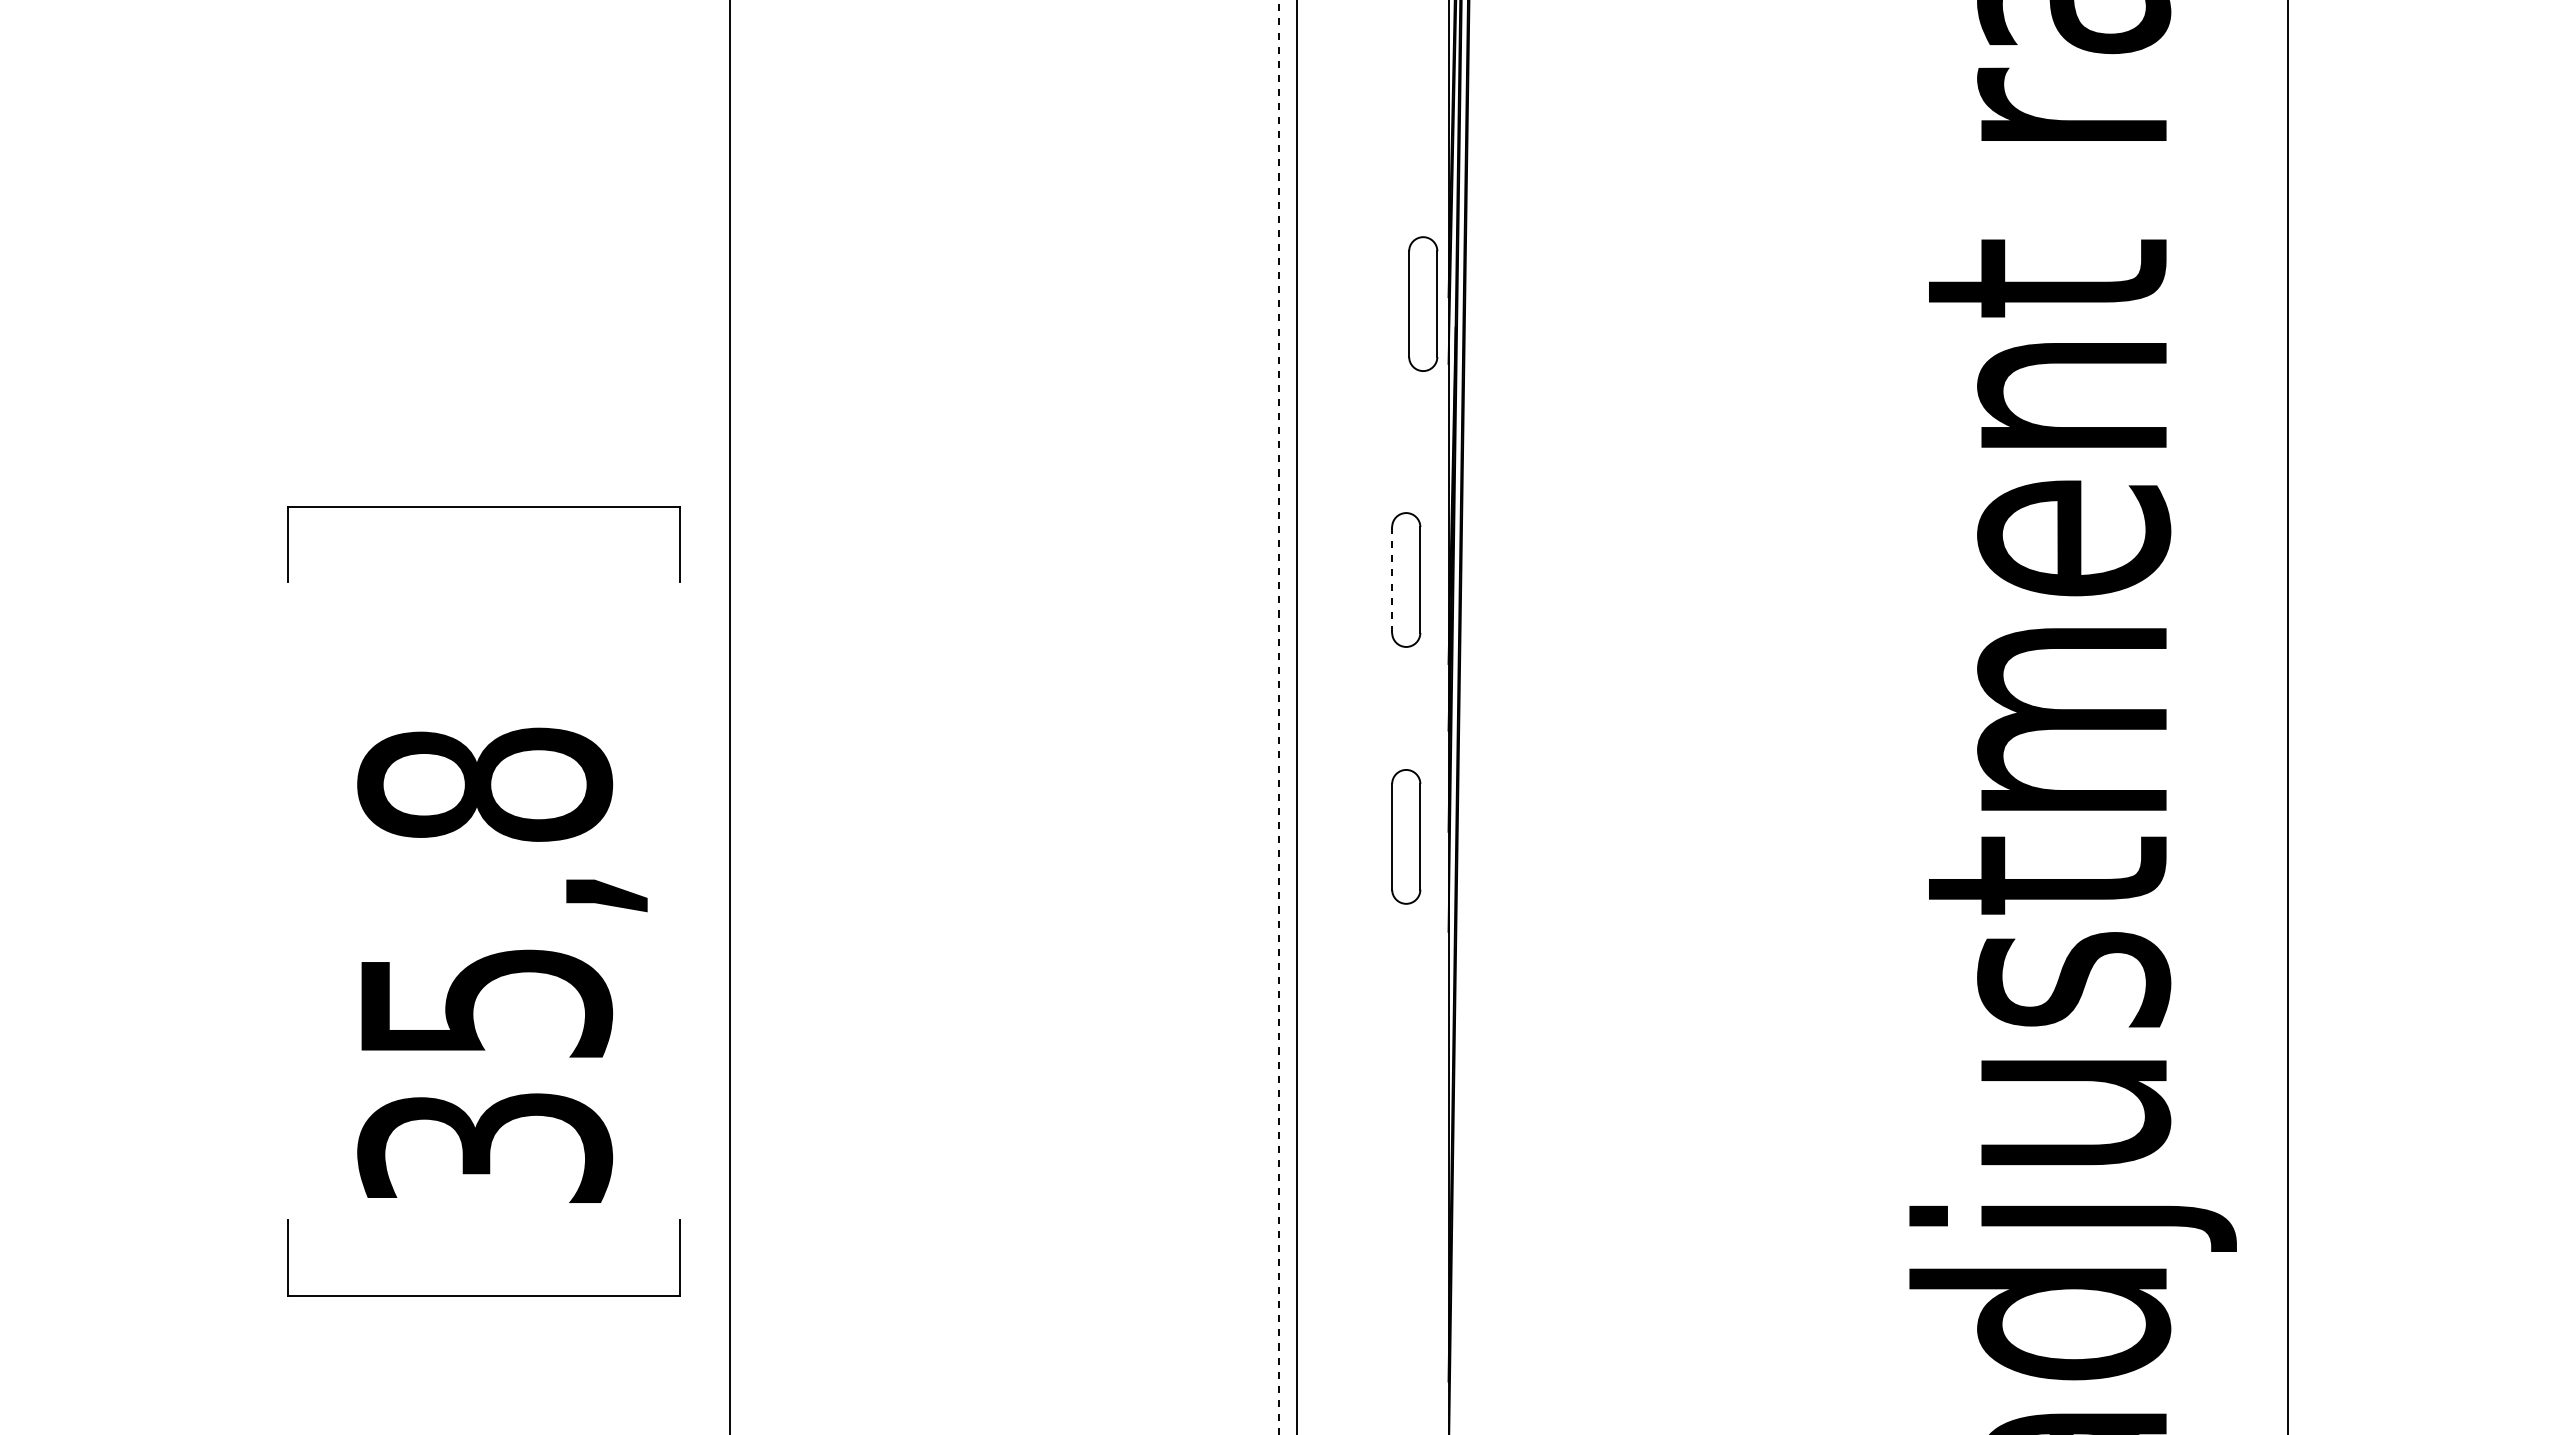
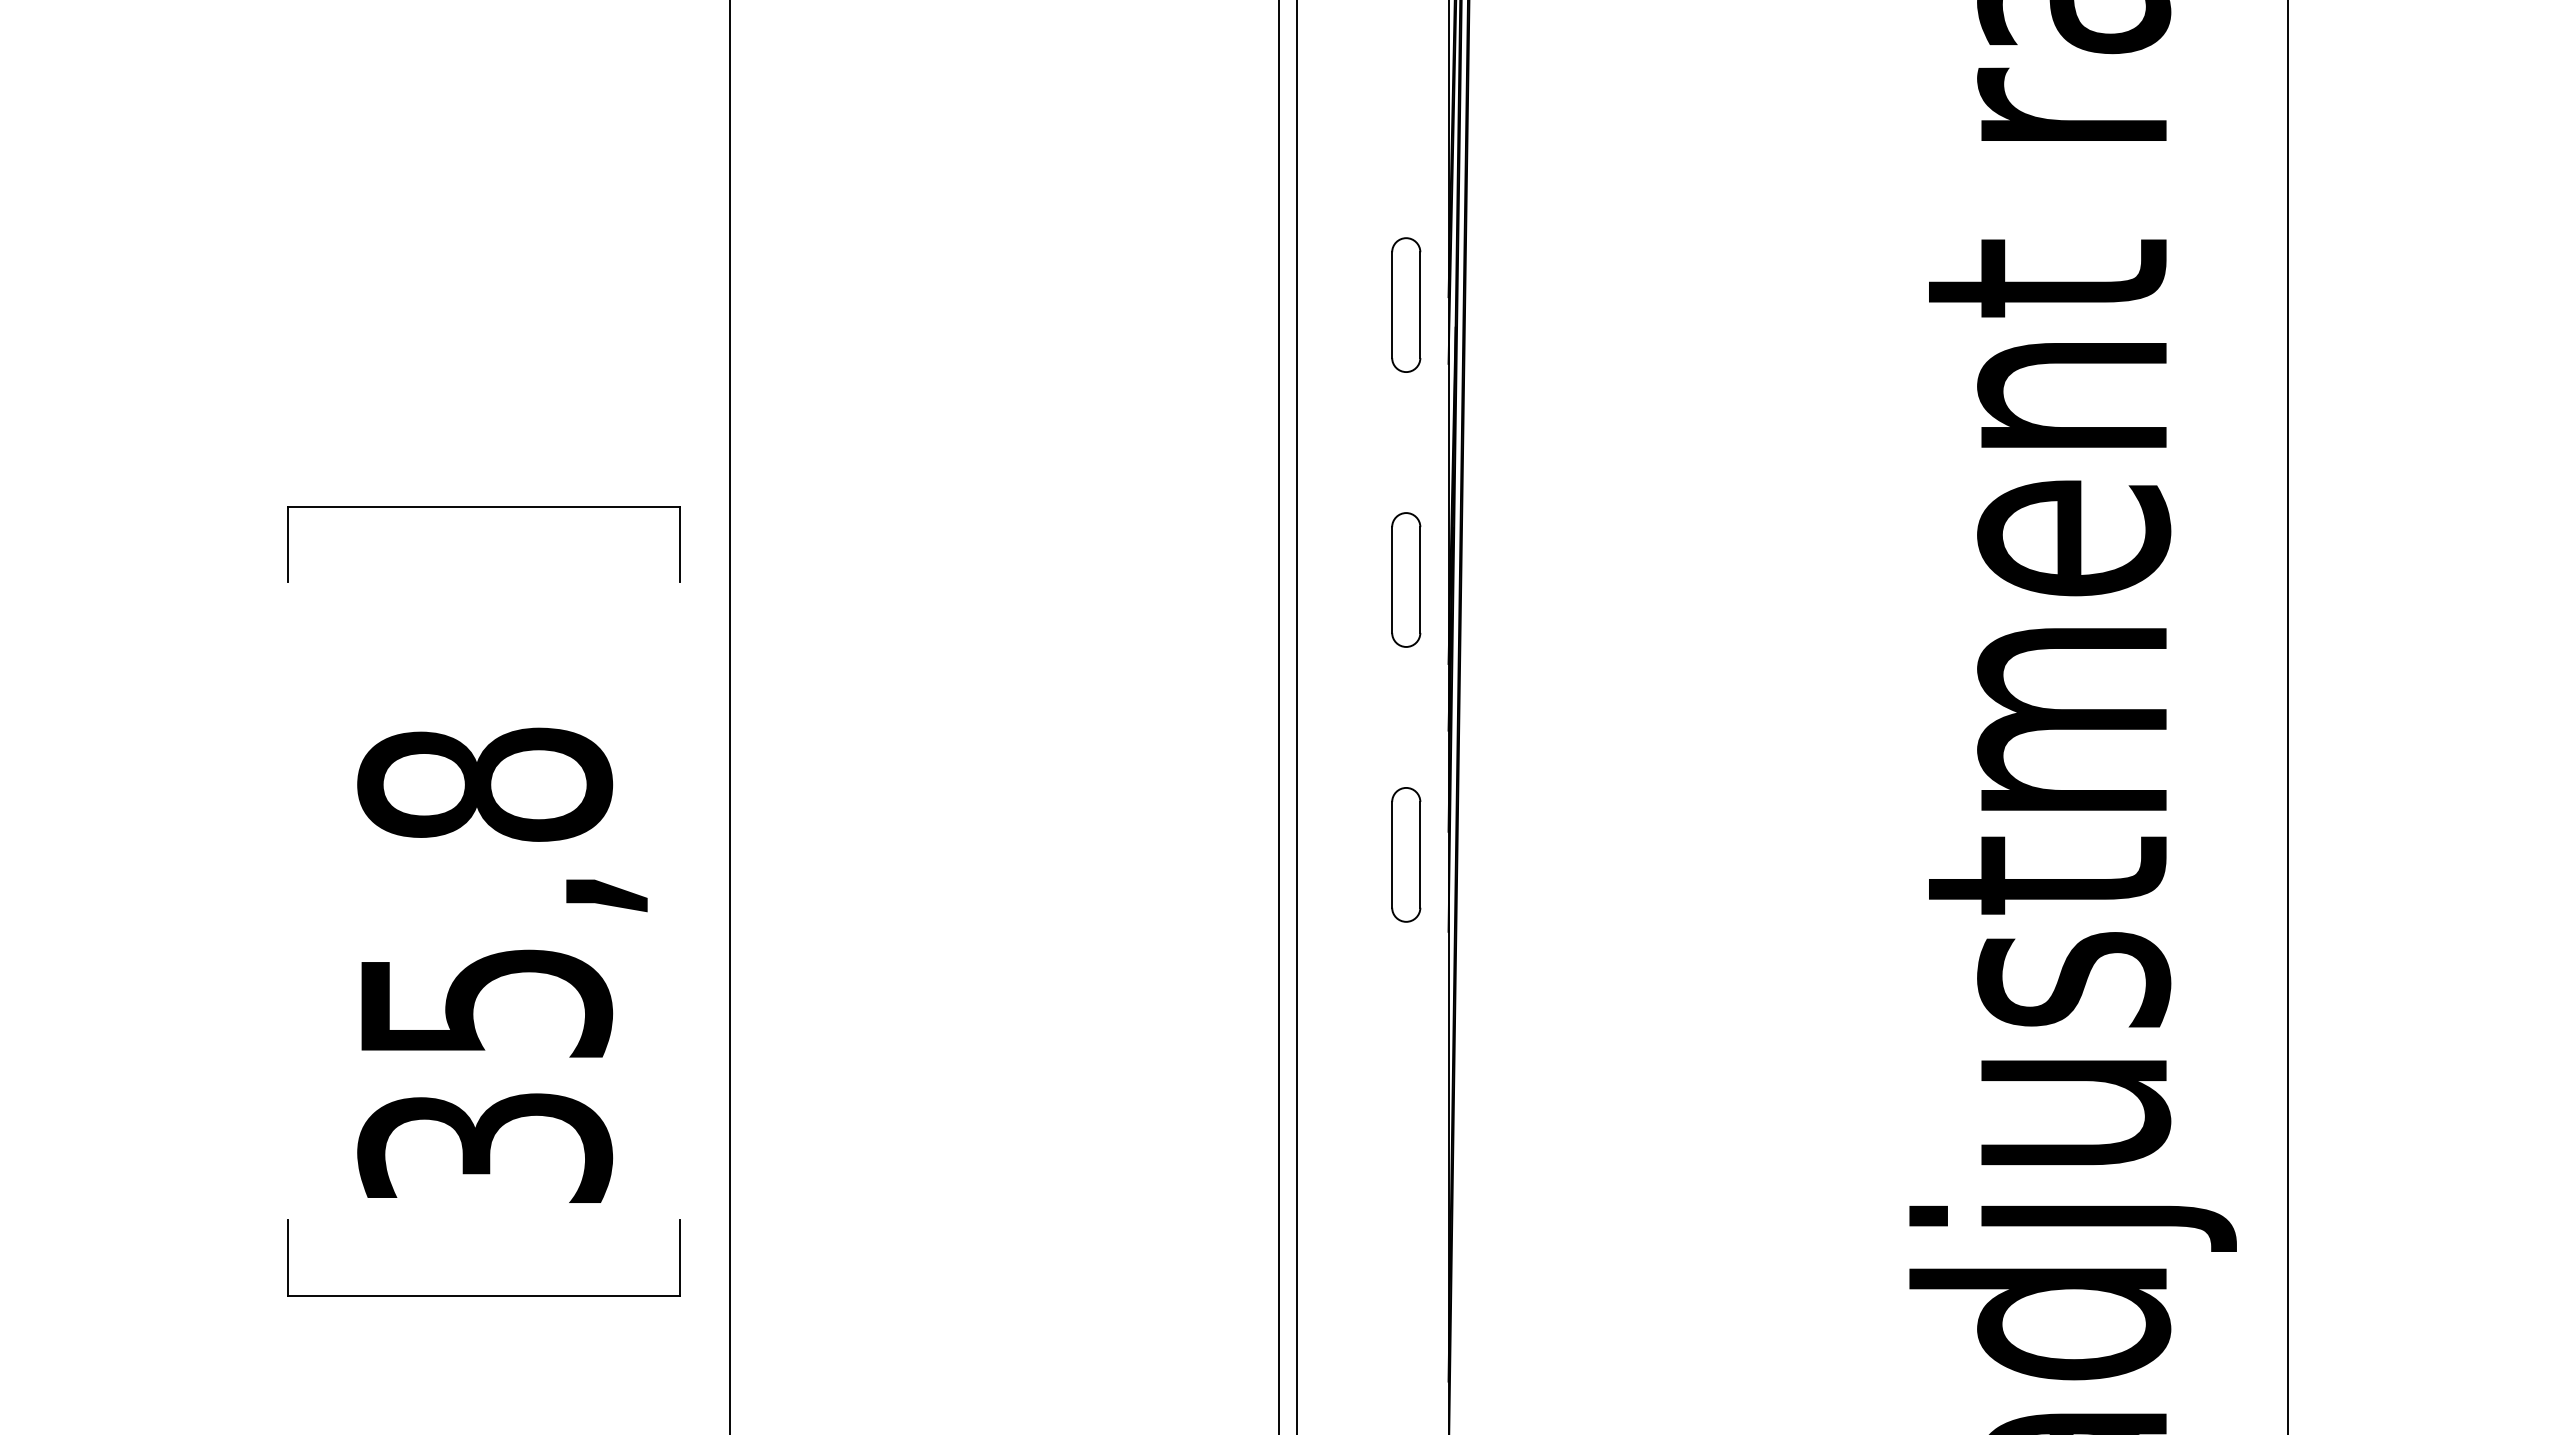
part at (1423, 303) position: (1423, 303) -> (1406, 304)
line at (1392, 580): dashed -> solid
line at (1279, 716): dashed -> solid
part at (1406, 836) position: (1406, 836) -> (1406, 854)
